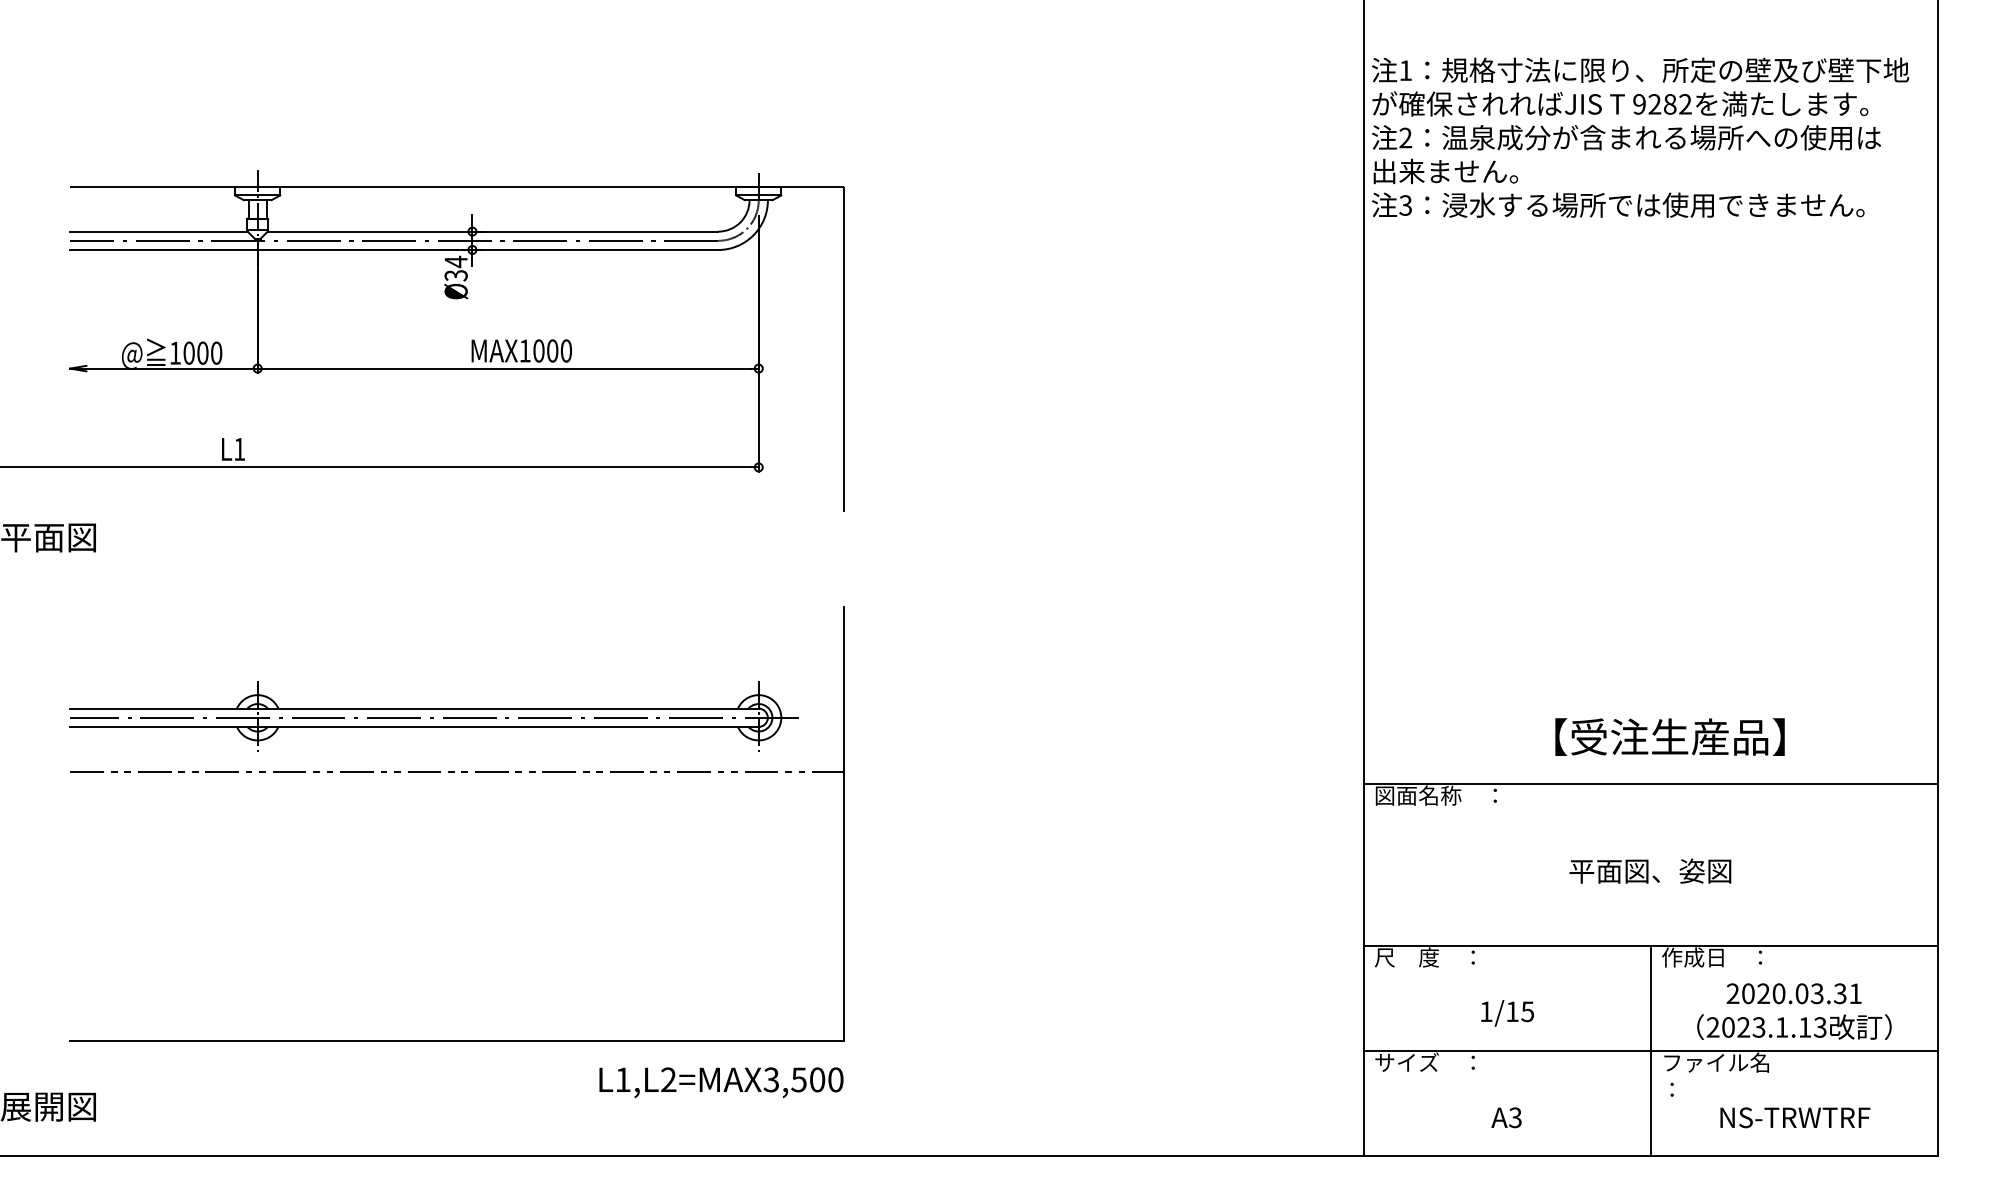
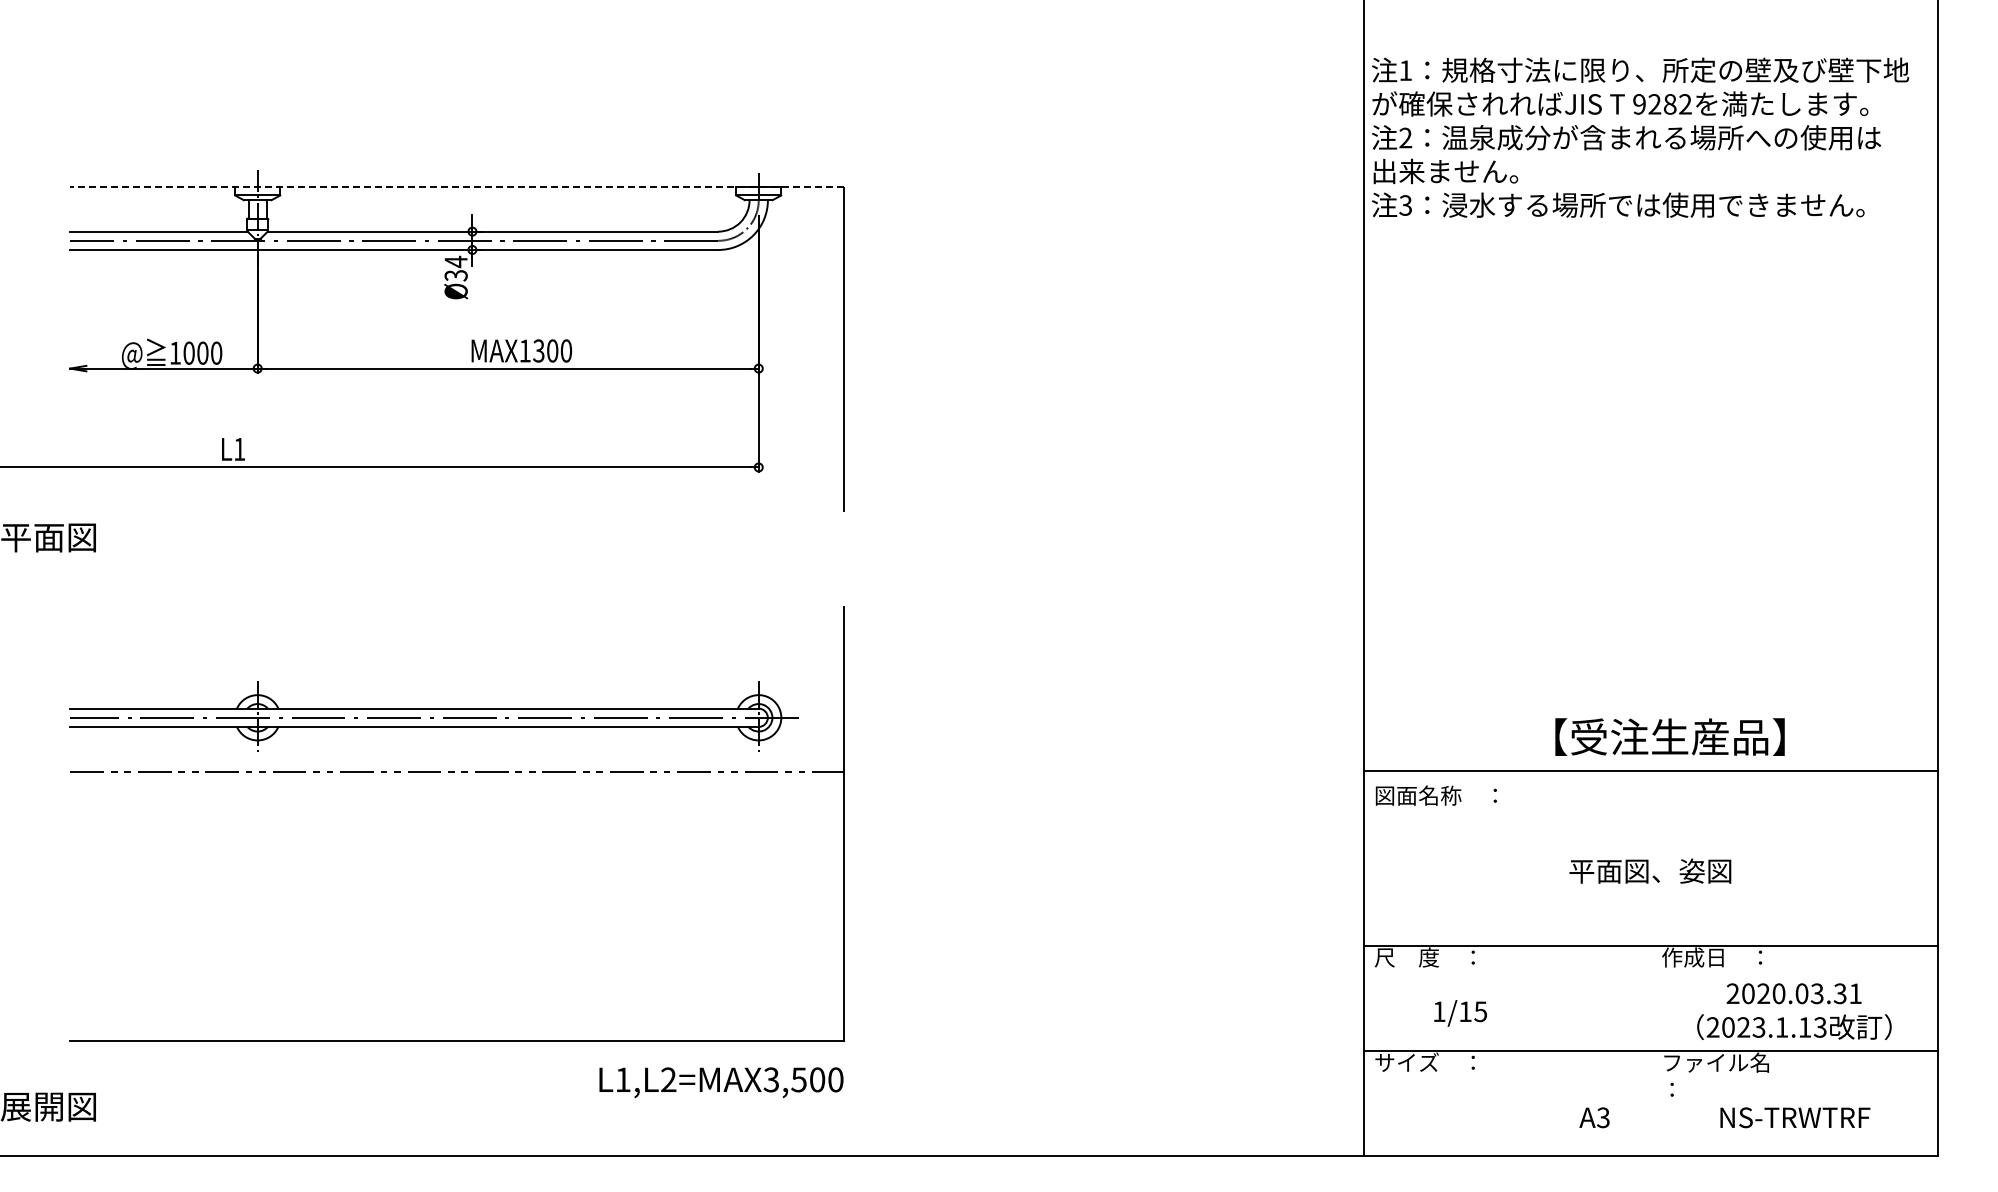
line at (456, 186): solid -> dashed
text at (538, 350): MAX1000 -> MAX1300
line at (1650, 784) position: (1650, 784) -> (1650, 771)
text at (1507, 1013) position: (1507, 1013) -> (1460, 1013)
line at (1650, 1050): present -> none
text at (1506, 1117) position: (1506, 1117) -> (1594, 1117)
